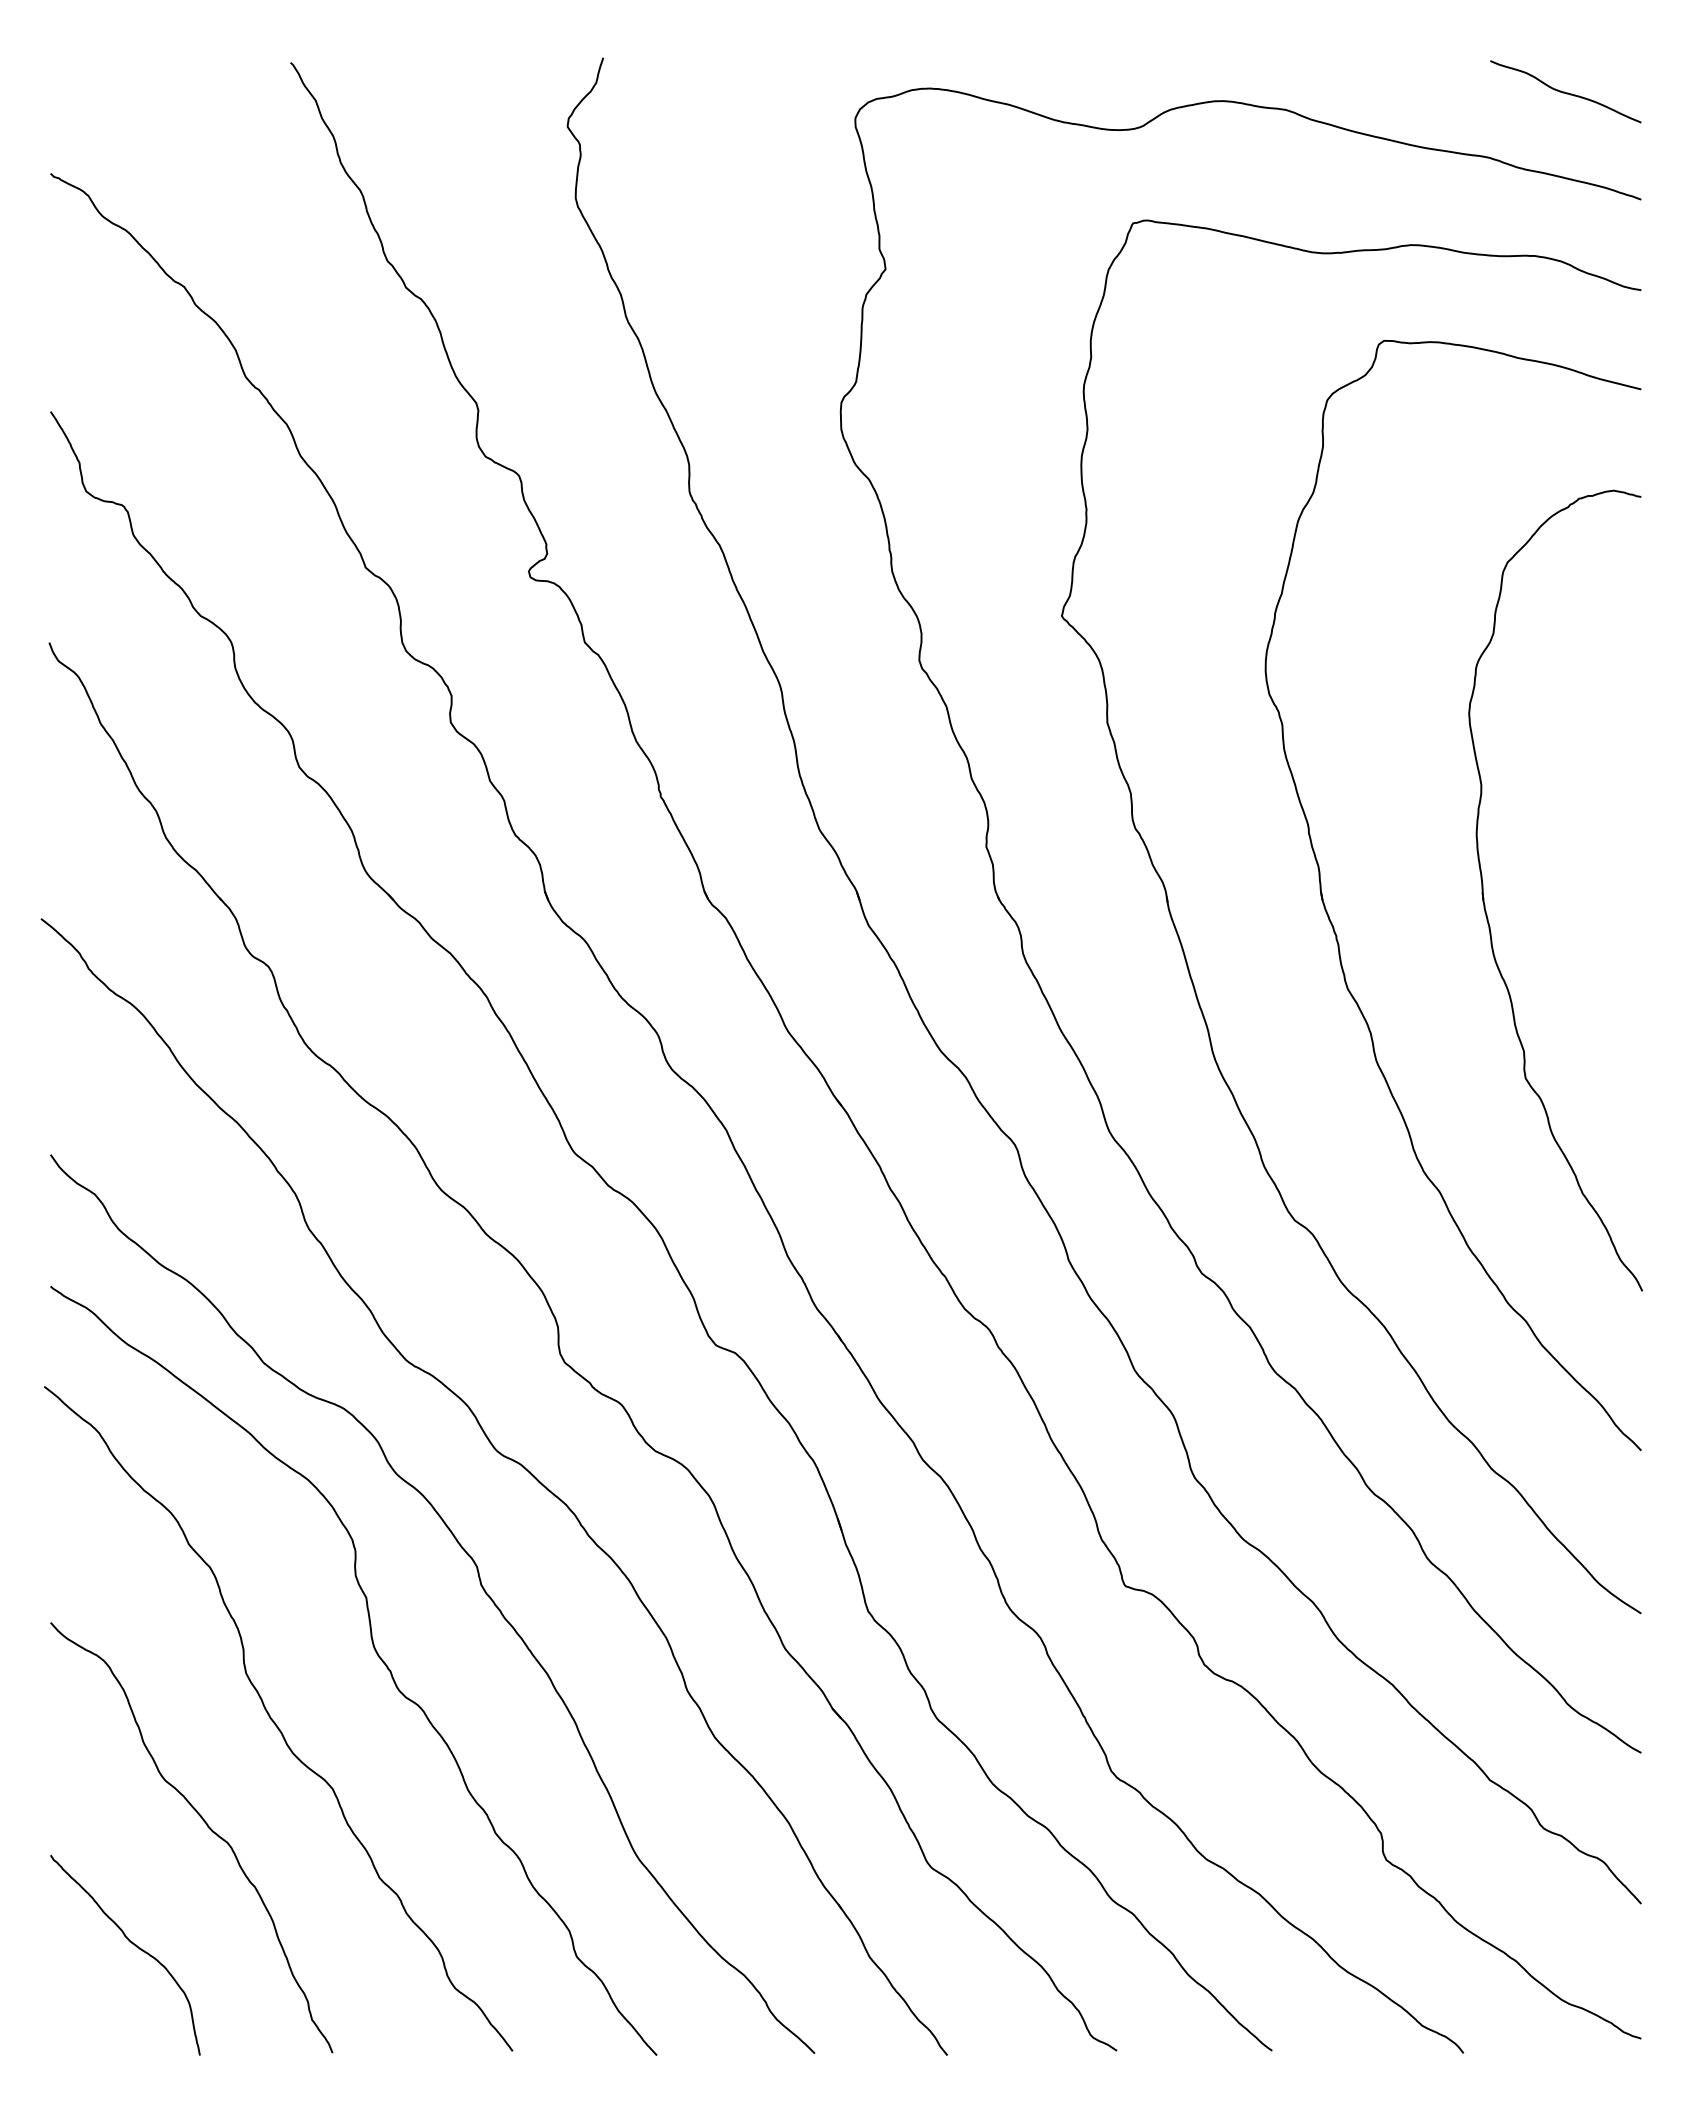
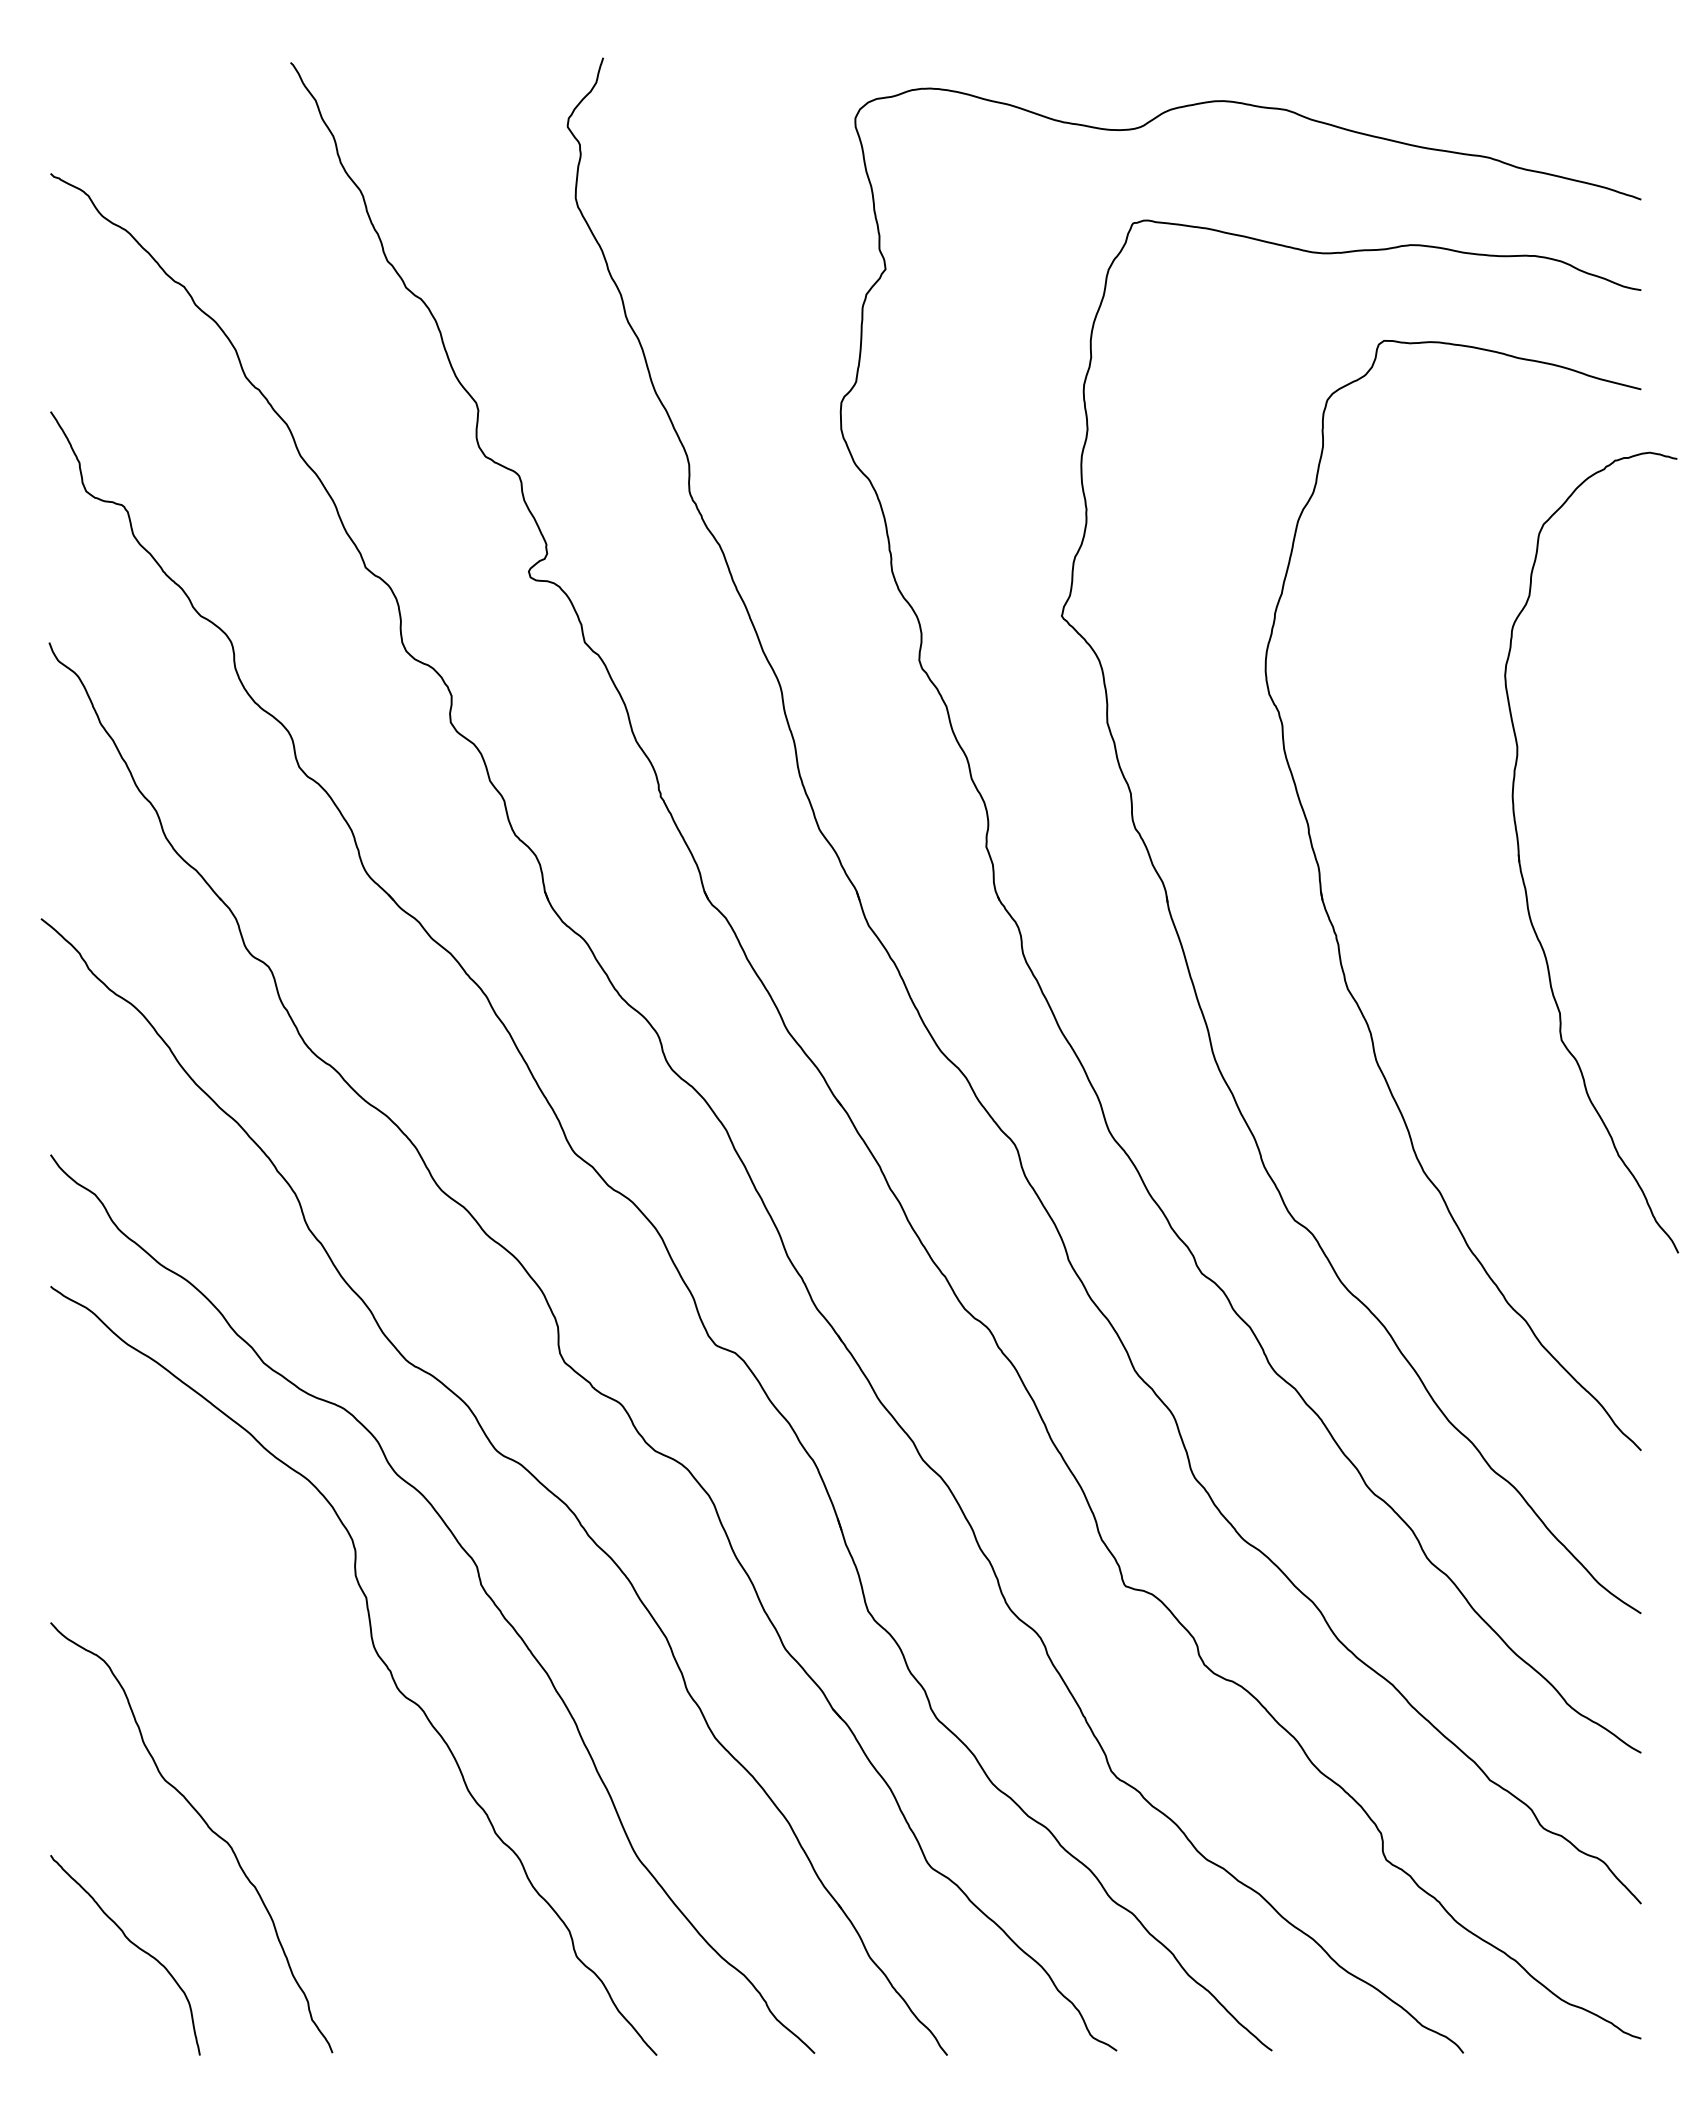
curve at (1564, 91): present -> none
part at (1484, 897) position: (1484, 897) -> (1520, 859)
curve at (274, 1721): present -> none
